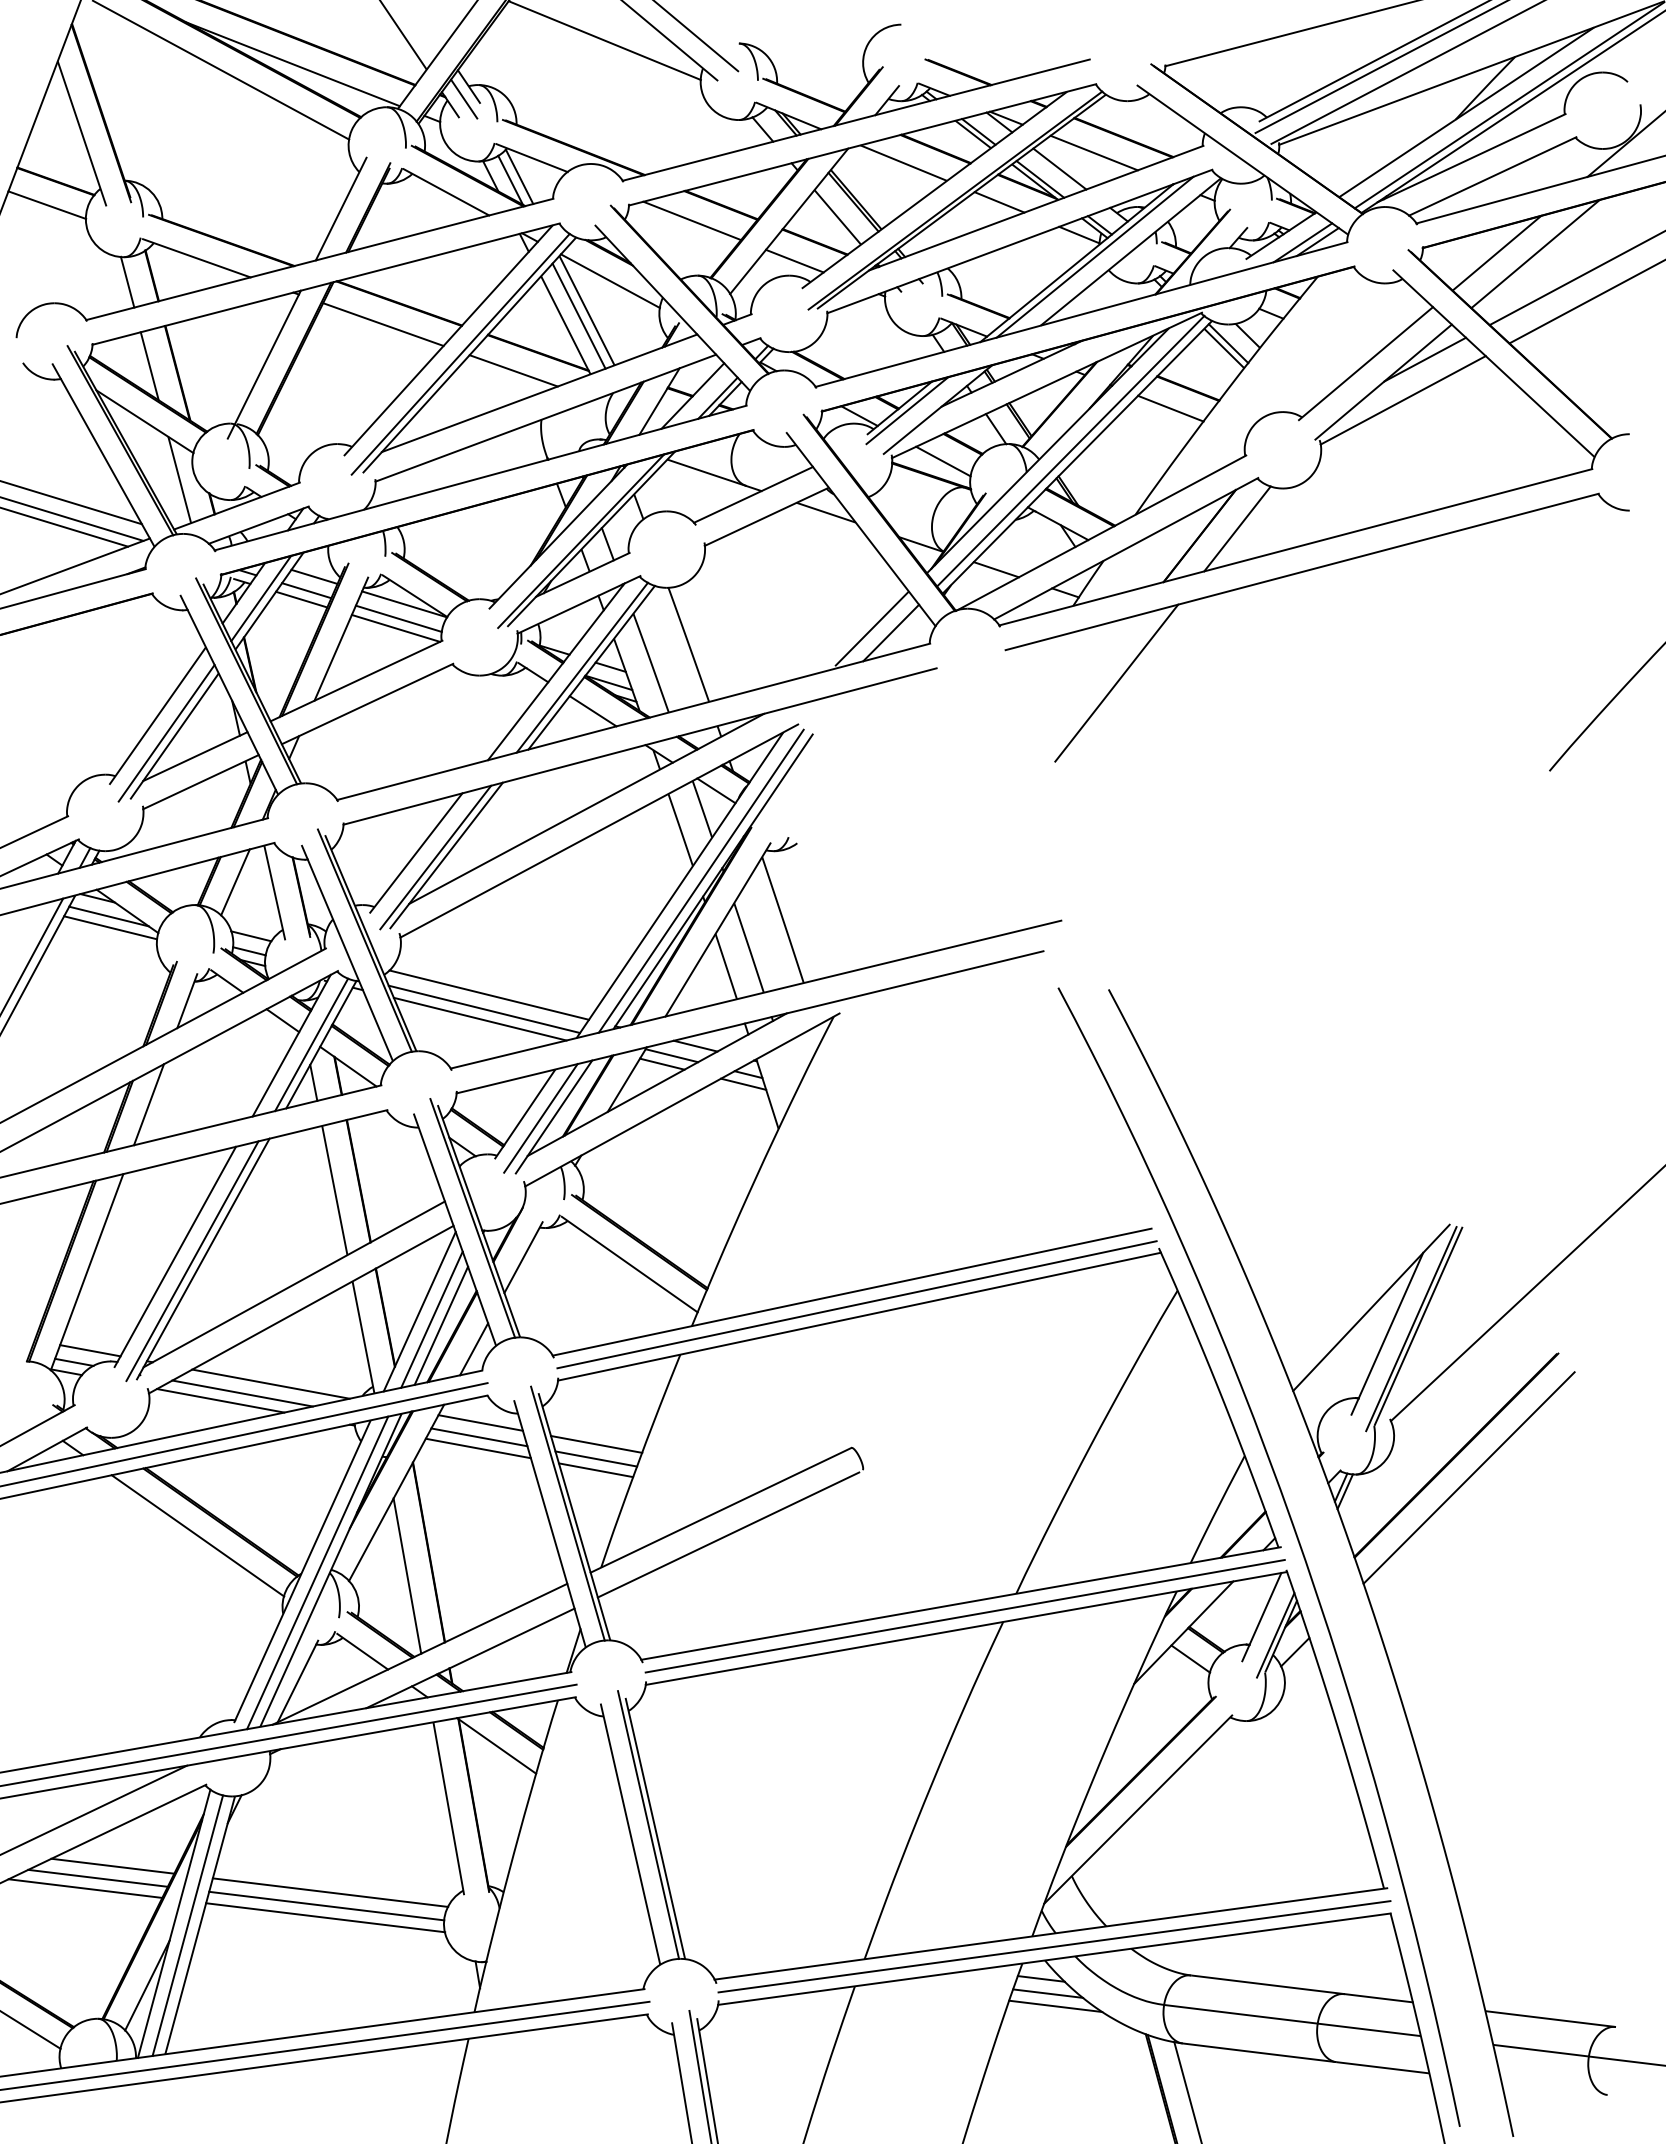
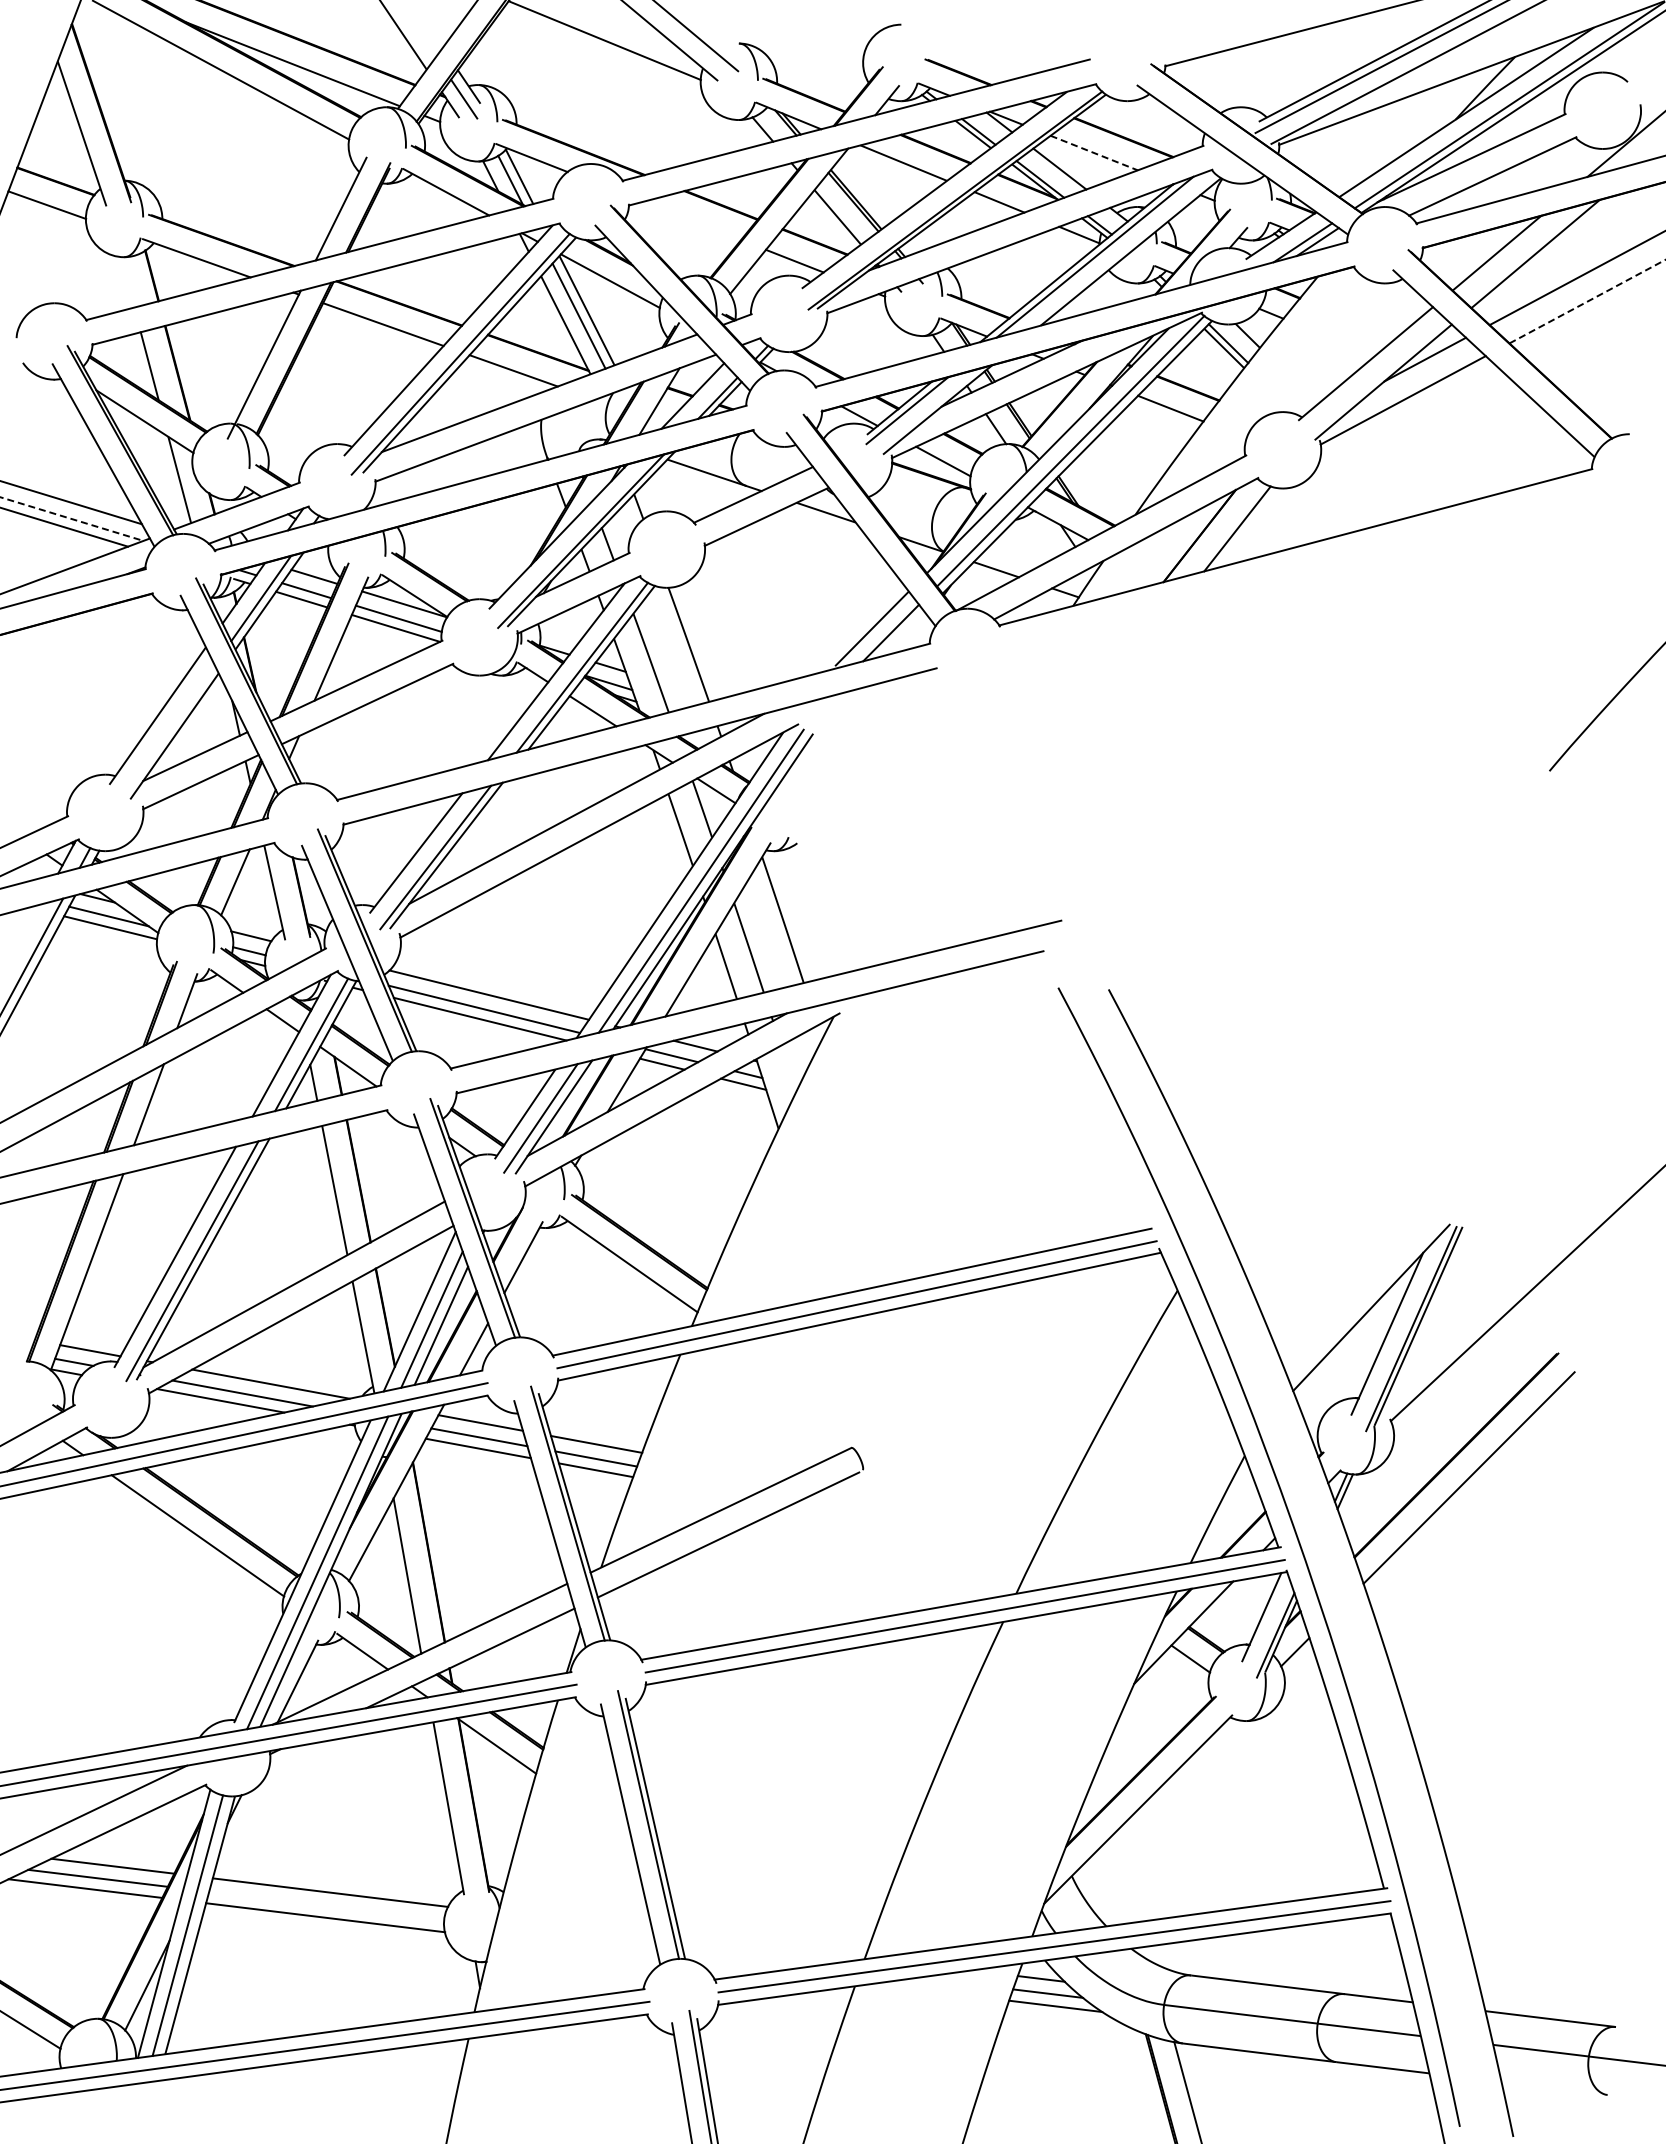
line at (1094, 153): solid -> dashed
line at (692, 220): present -> none
line at (127, 281): present -> none
line at (1587, 301): solid -> dashed
line at (72, 519): solid -> dashed
part at (1301, 573): present -> none
line at (166, 733): present -> none
line at (326, 1905): present -> none
